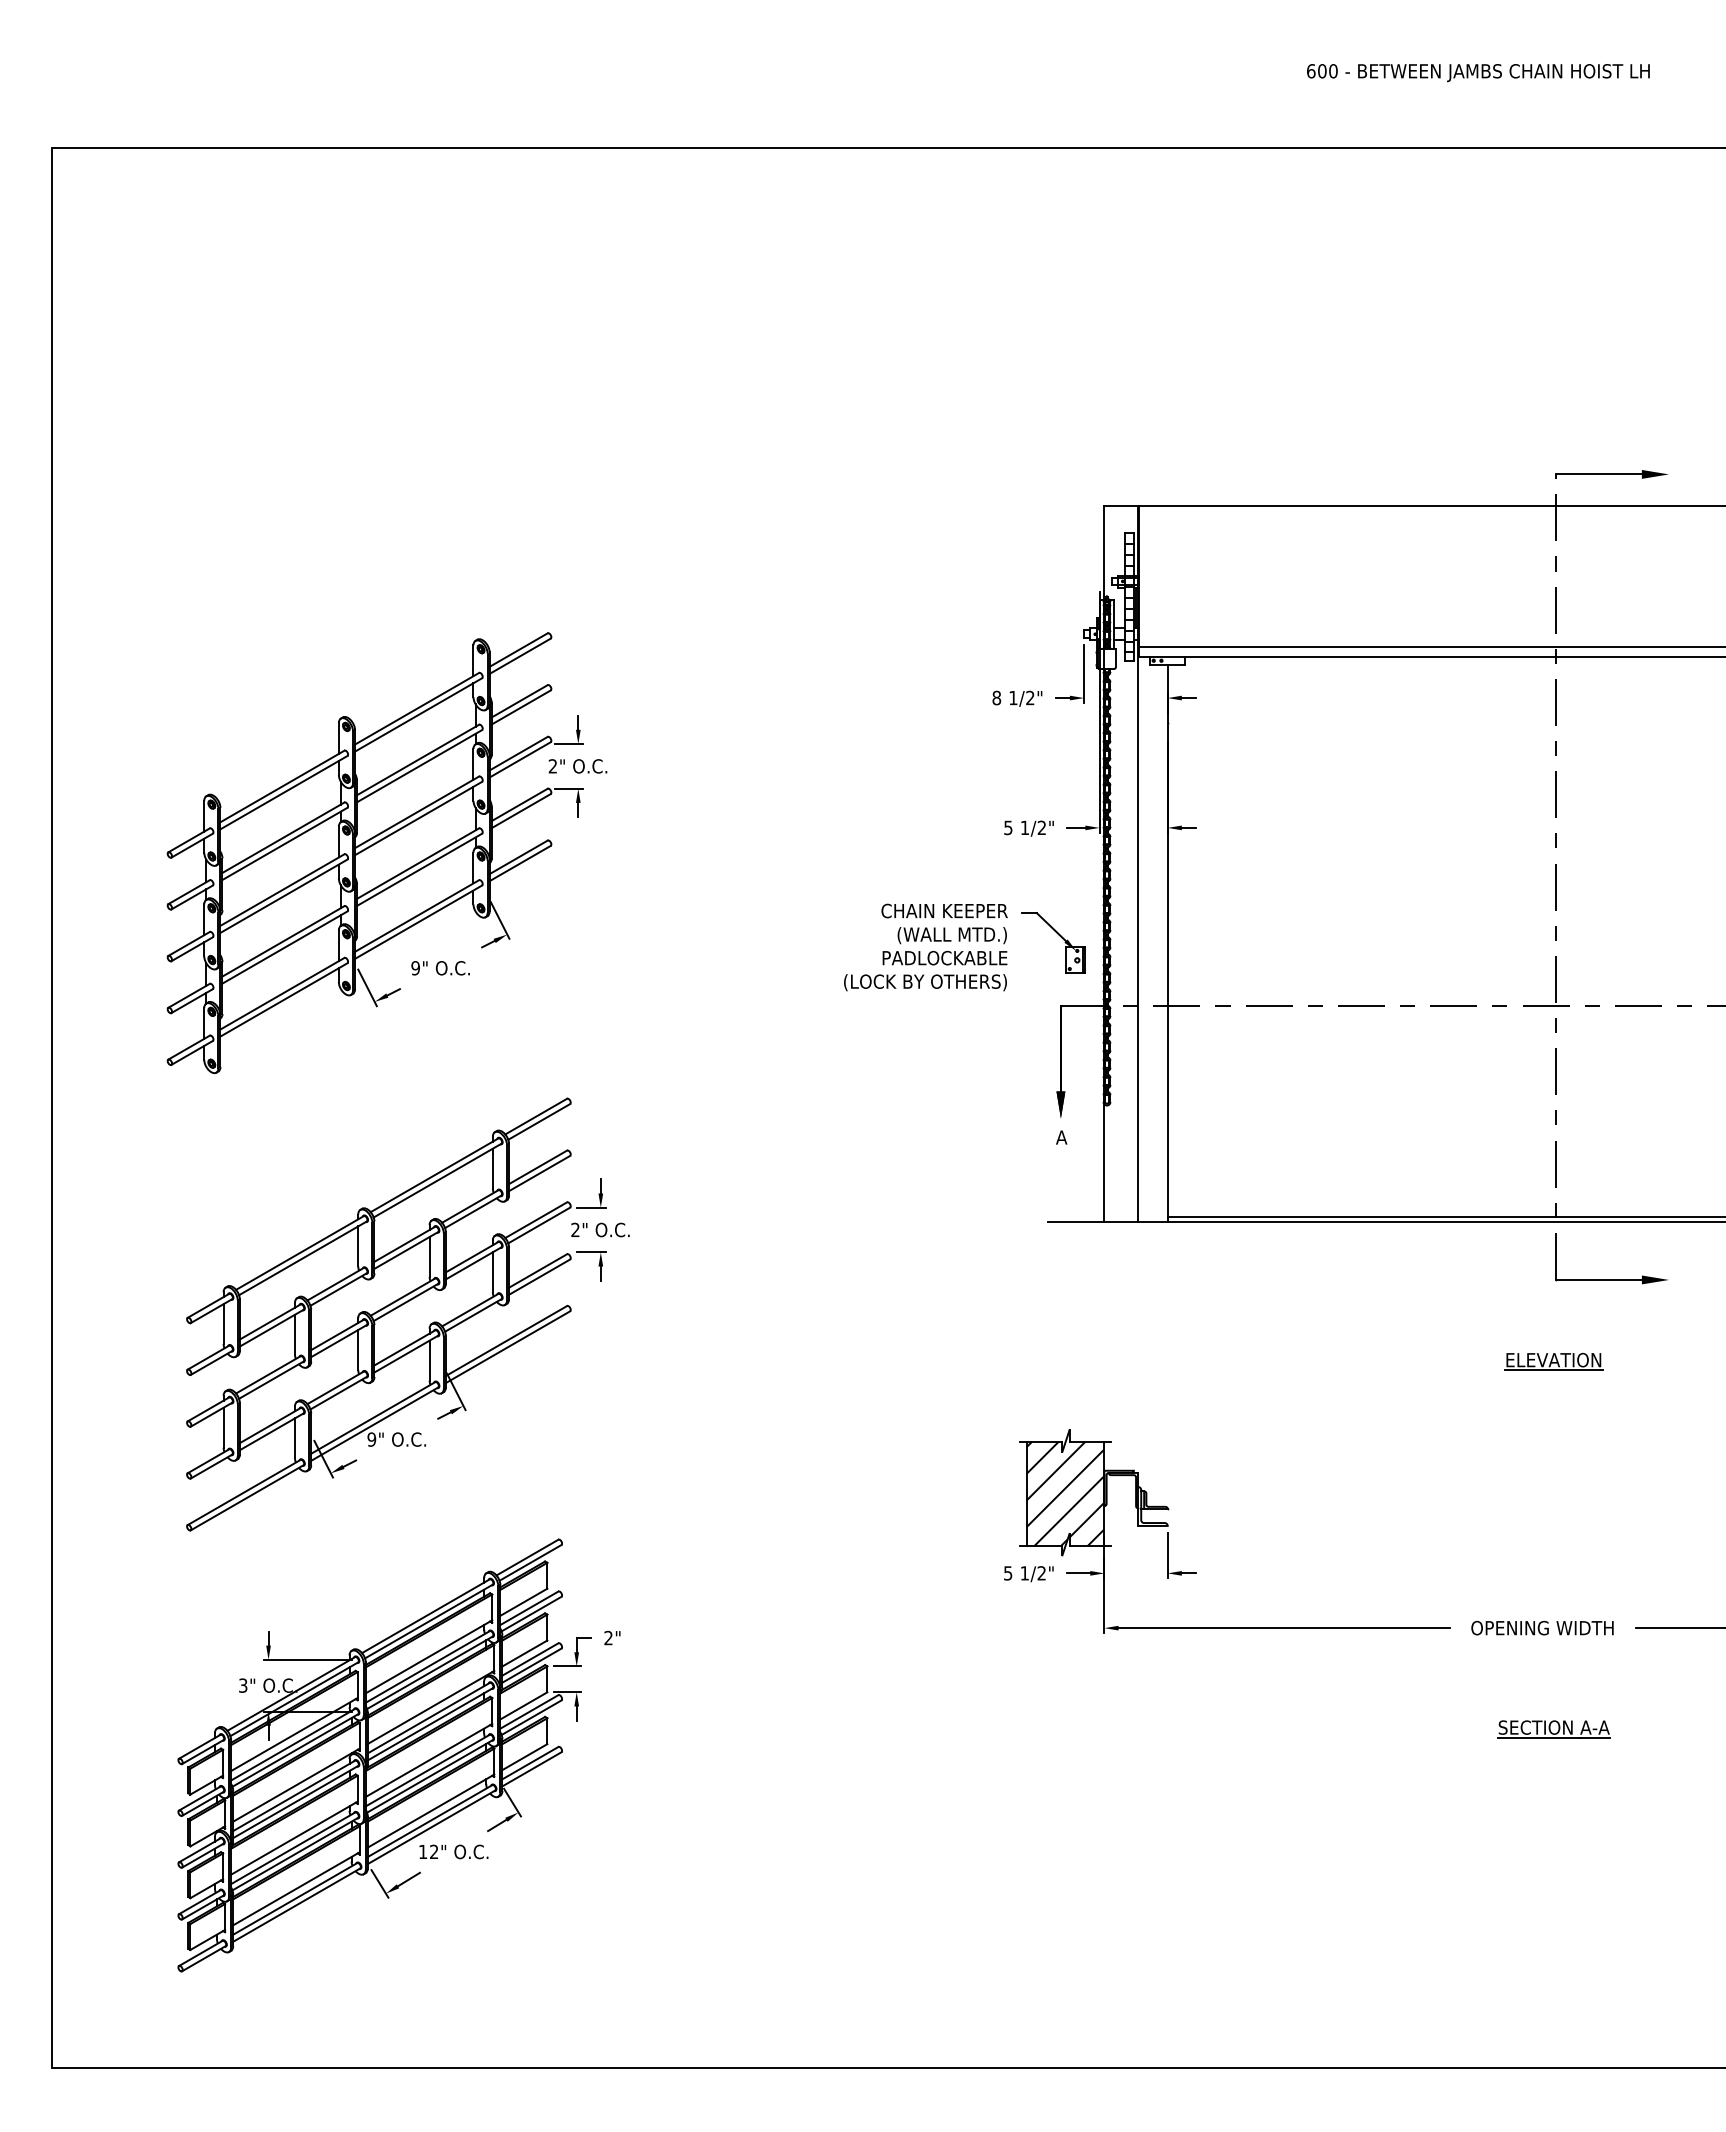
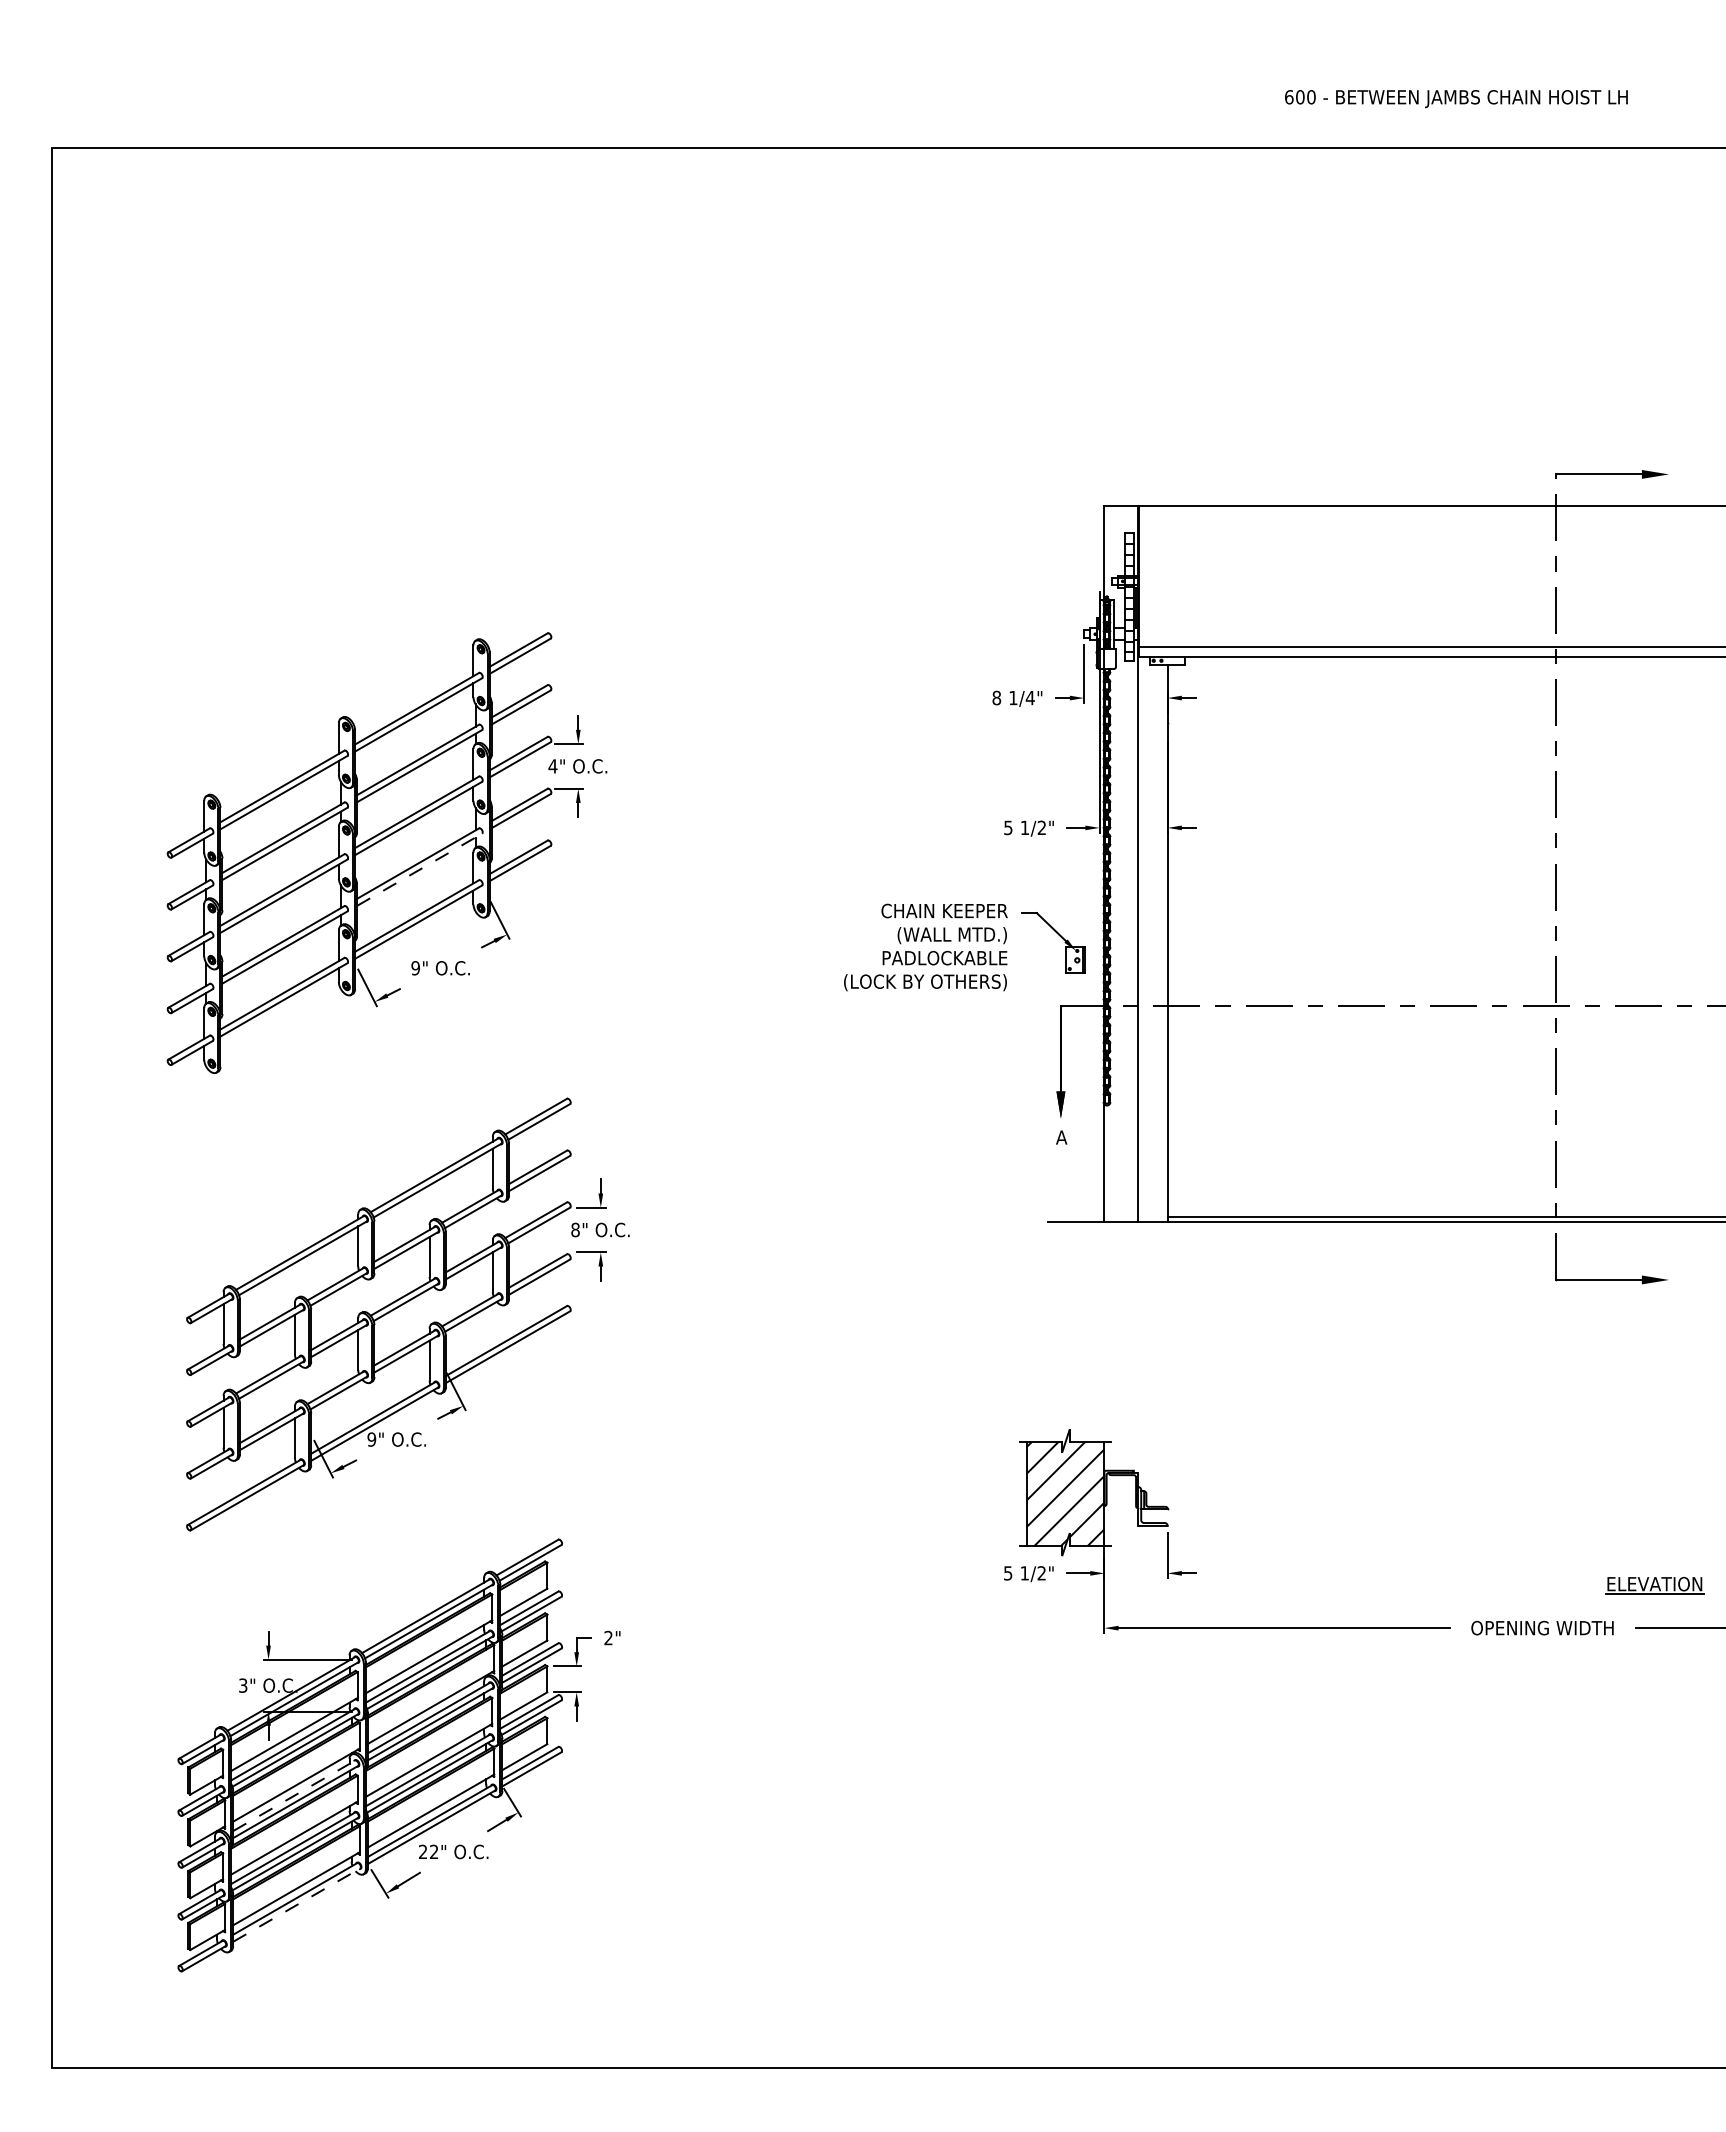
text at (1478, 73) position: (1478, 73) -> (1456, 99)
text at (1029, 697): 1/2" -> 1/4"
text at (552, 766): 2" -> 4"
line at (420, 869): solid -> dashed
text at (575, 1229): 2" -> 8"
part at (1553, 1361) position: (1553, 1361) -> (1654, 1585)
part at (1553, 1729): present -> none
line at (294, 1795): solid -> dashed
text at (423, 1851): 12" -> 22"
line at (297, 1904): solid -> dashed
